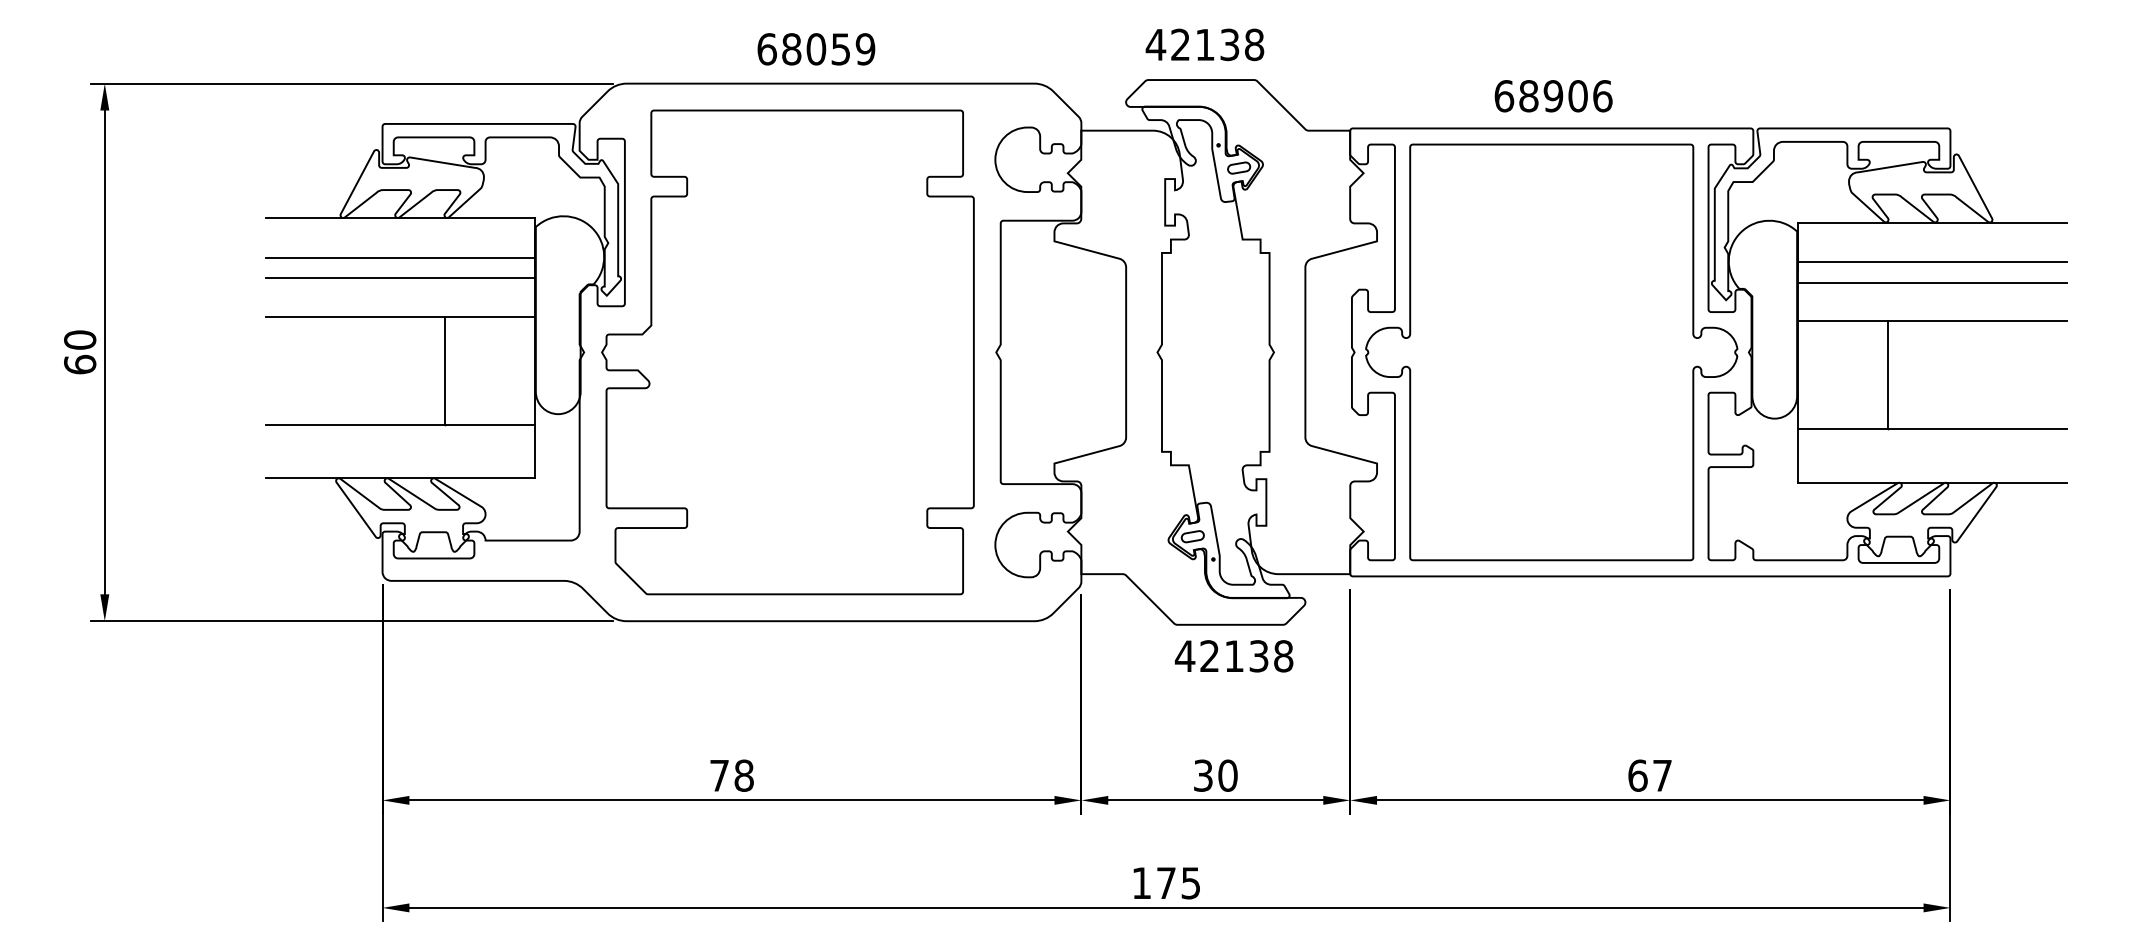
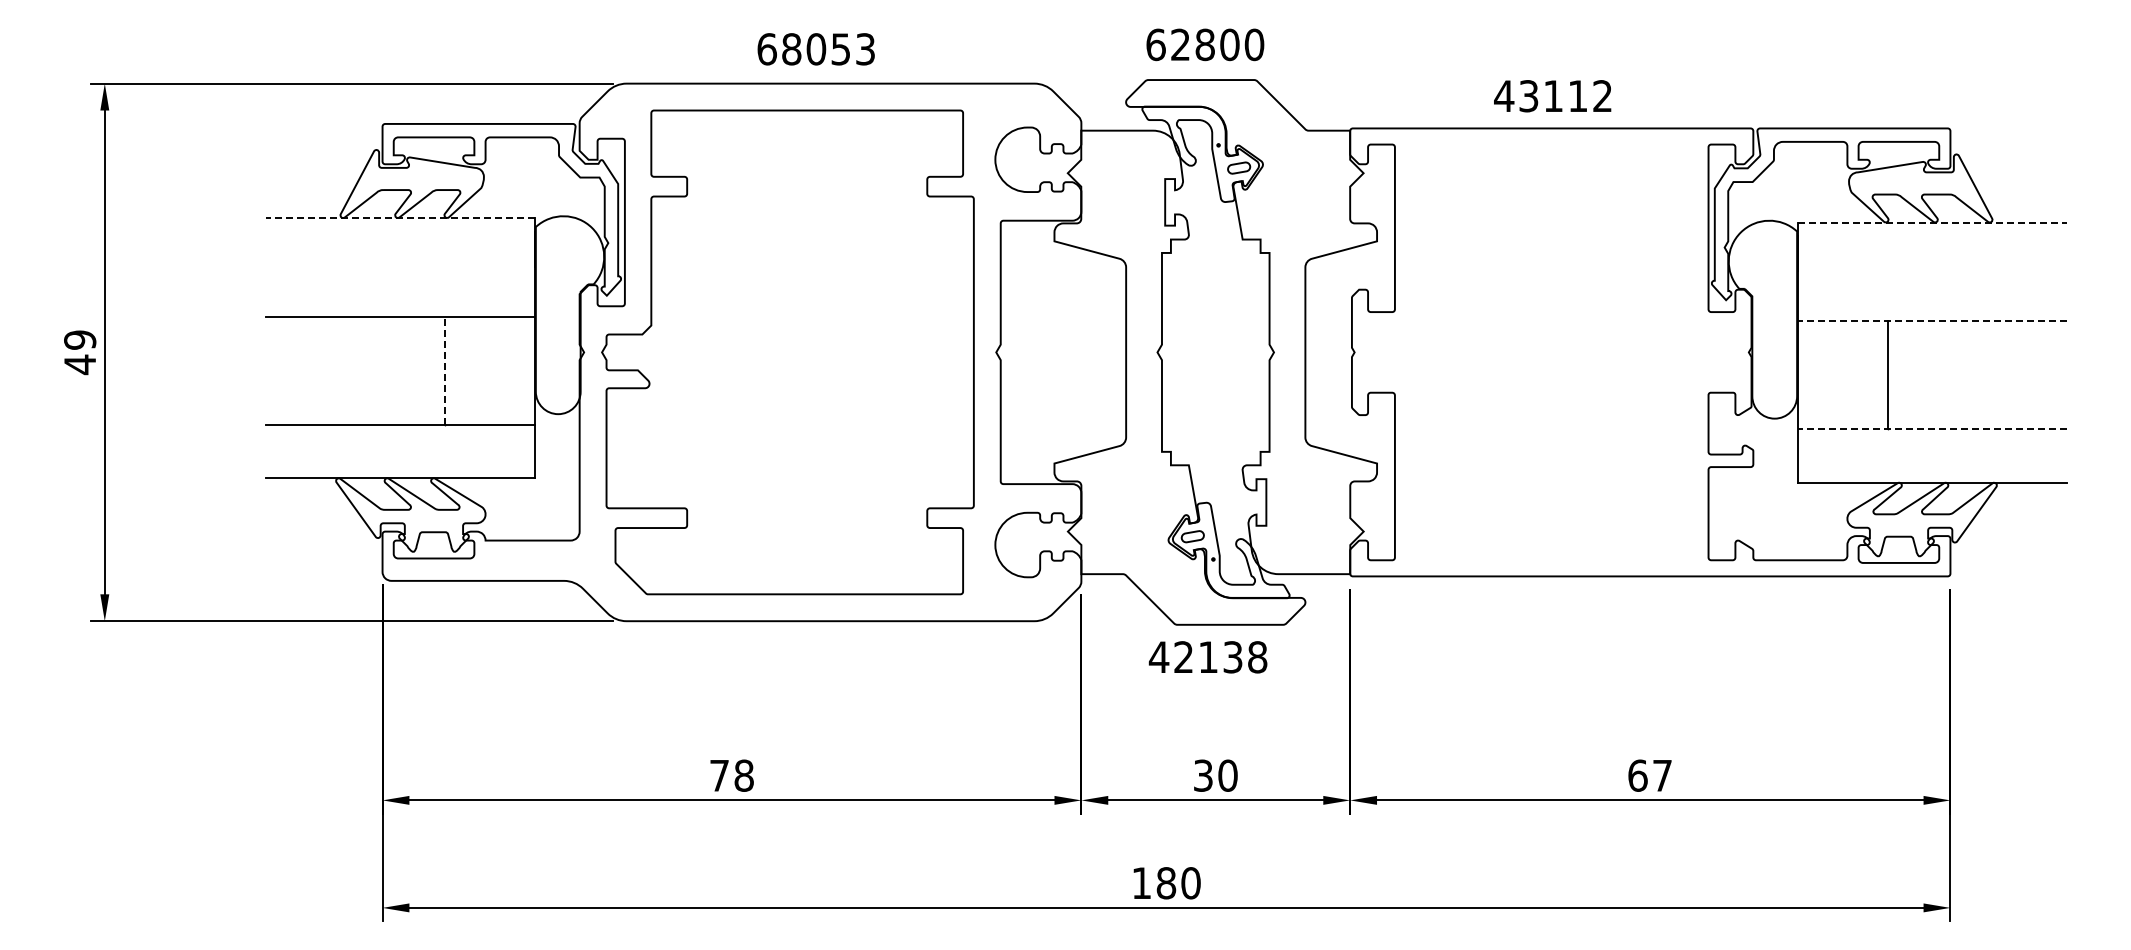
text at (1204, 44): 42138 -> 62800
text at (865, 49): 68059 -> 68053
text at (1553, 96): 68906 -> 43112
line at (399, 218): solid -> dashed
line at (1933, 222): solid -> dashed
line at (399, 257): present -> none
line at (1932, 262): present -> none
line at (399, 278): present -> none
line at (1932, 282): present -> none
line at (1932, 321): solid -> dashed
text at (80, 352): 60 -> 49
part at (1551, 352): present -> none
line at (445, 370): solid -> dashed
line at (1932, 429): solid -> dashed
text at (1233, 656) position: (1233, 656) -> (1207, 657)
text at (1178, 883): 175 -> 180
